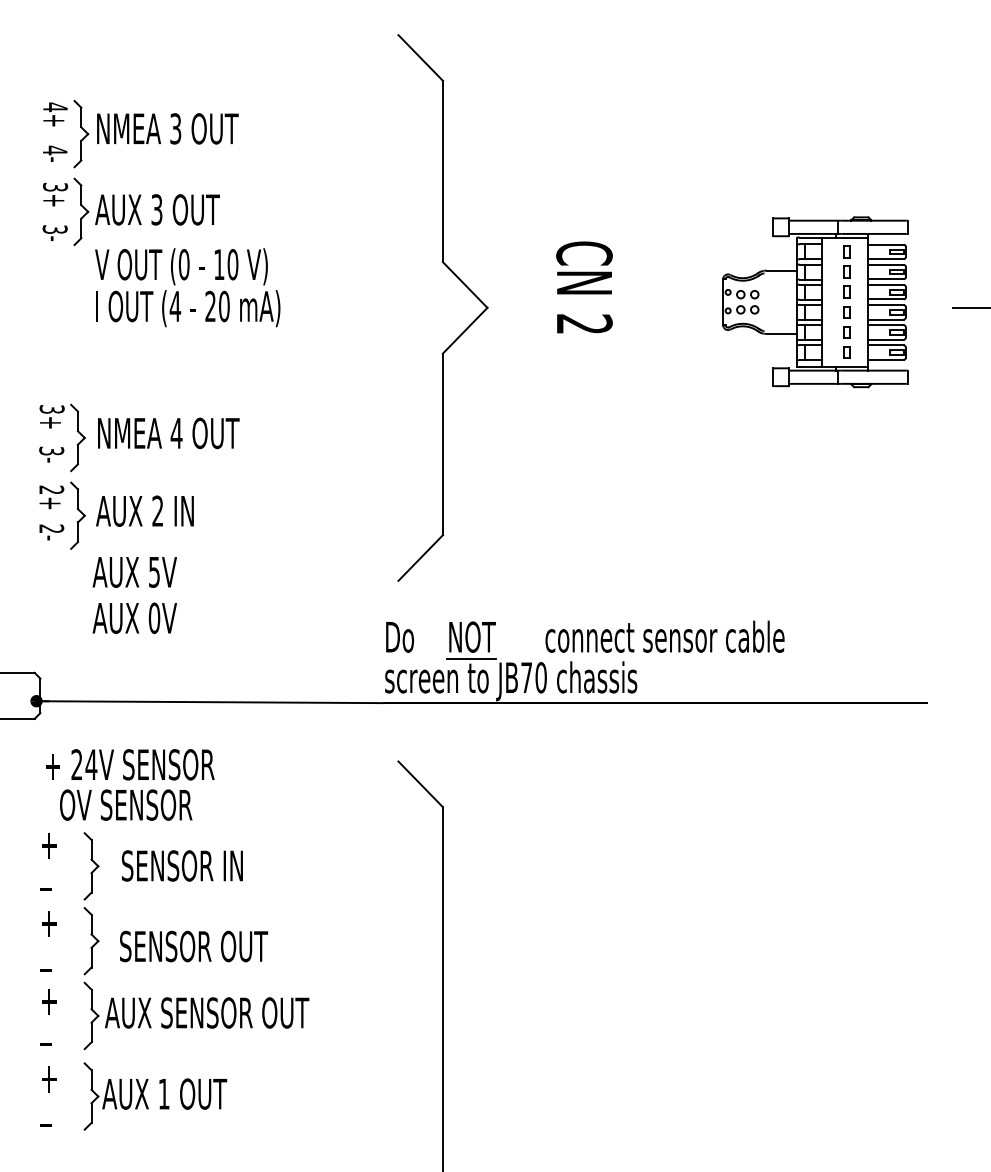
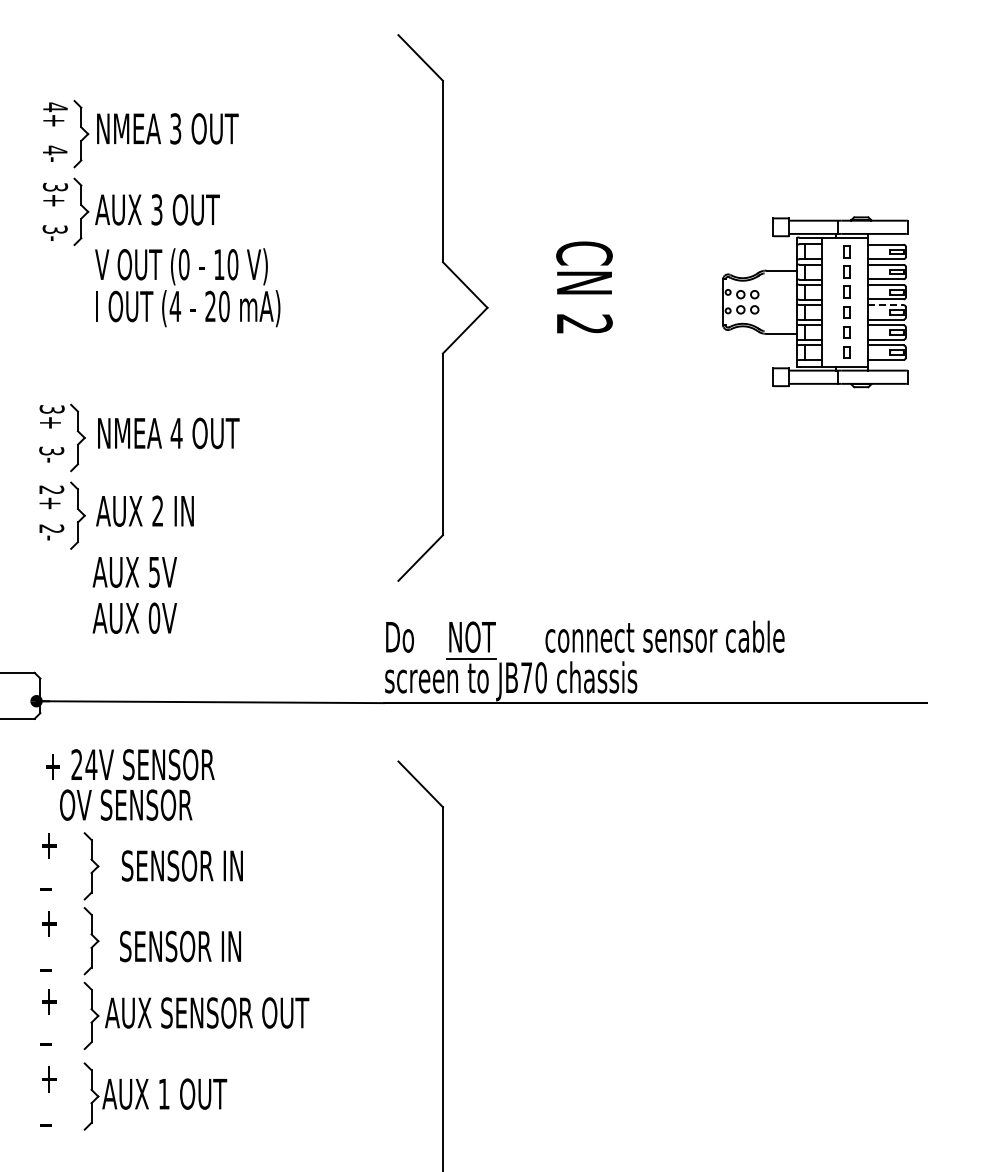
line at (885, 305): solid -> dashed
line at (970, 307): present -> none
text at (244, 946): SENSOR OUT -> SENSOR IN
